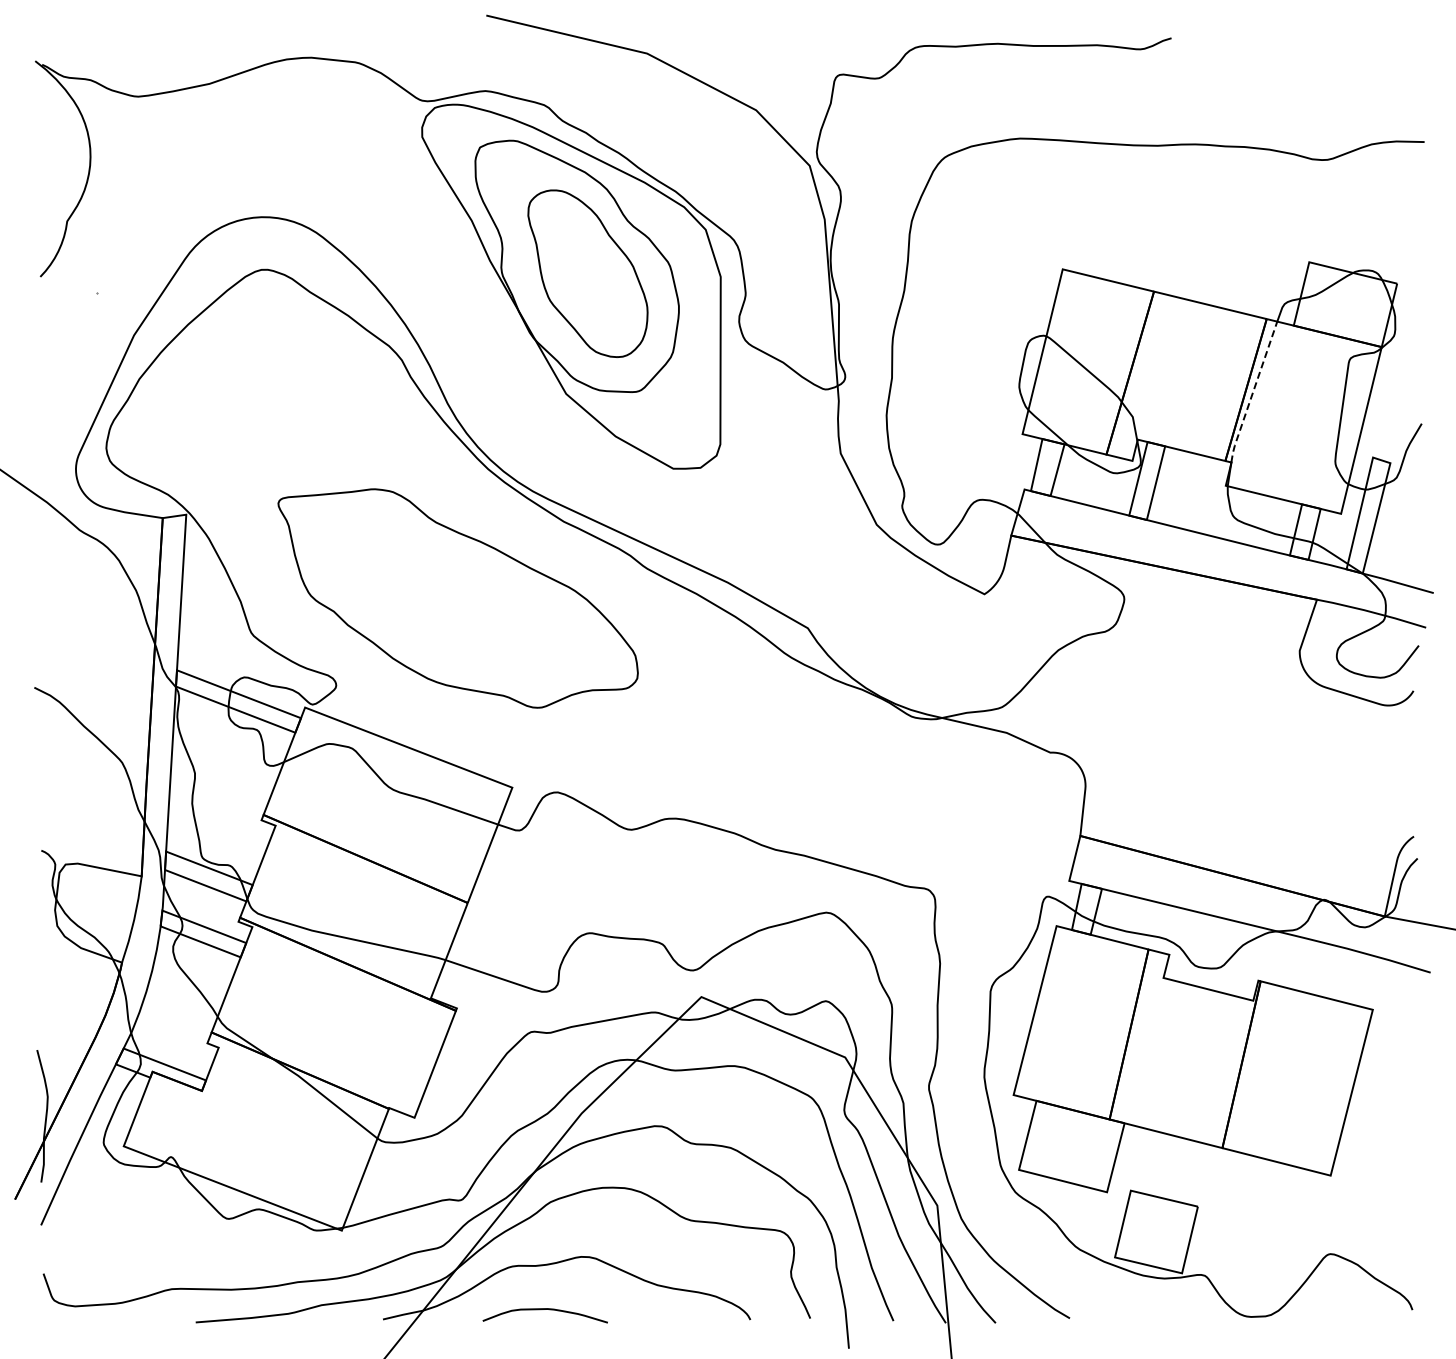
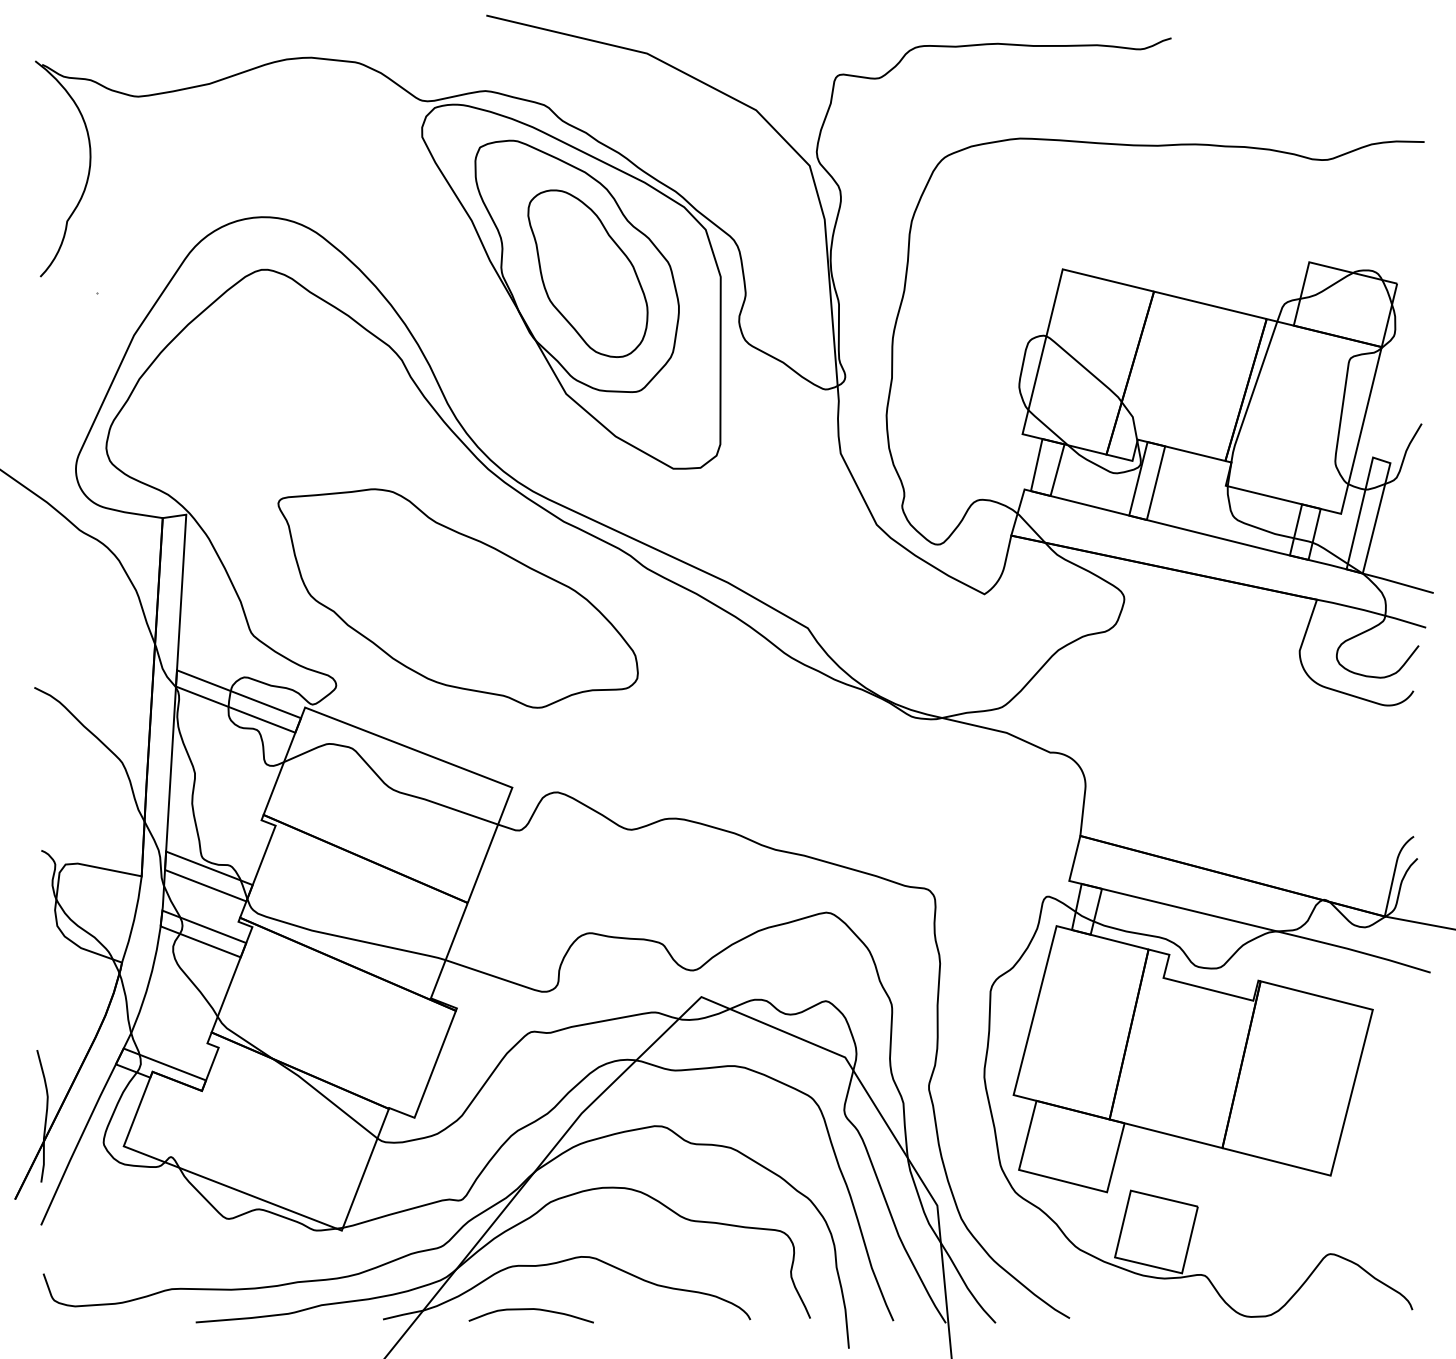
line at (1252, 393): dashed -> solid
curve at (541, 1310) position: (541, 1310) -> (527, 1310)
